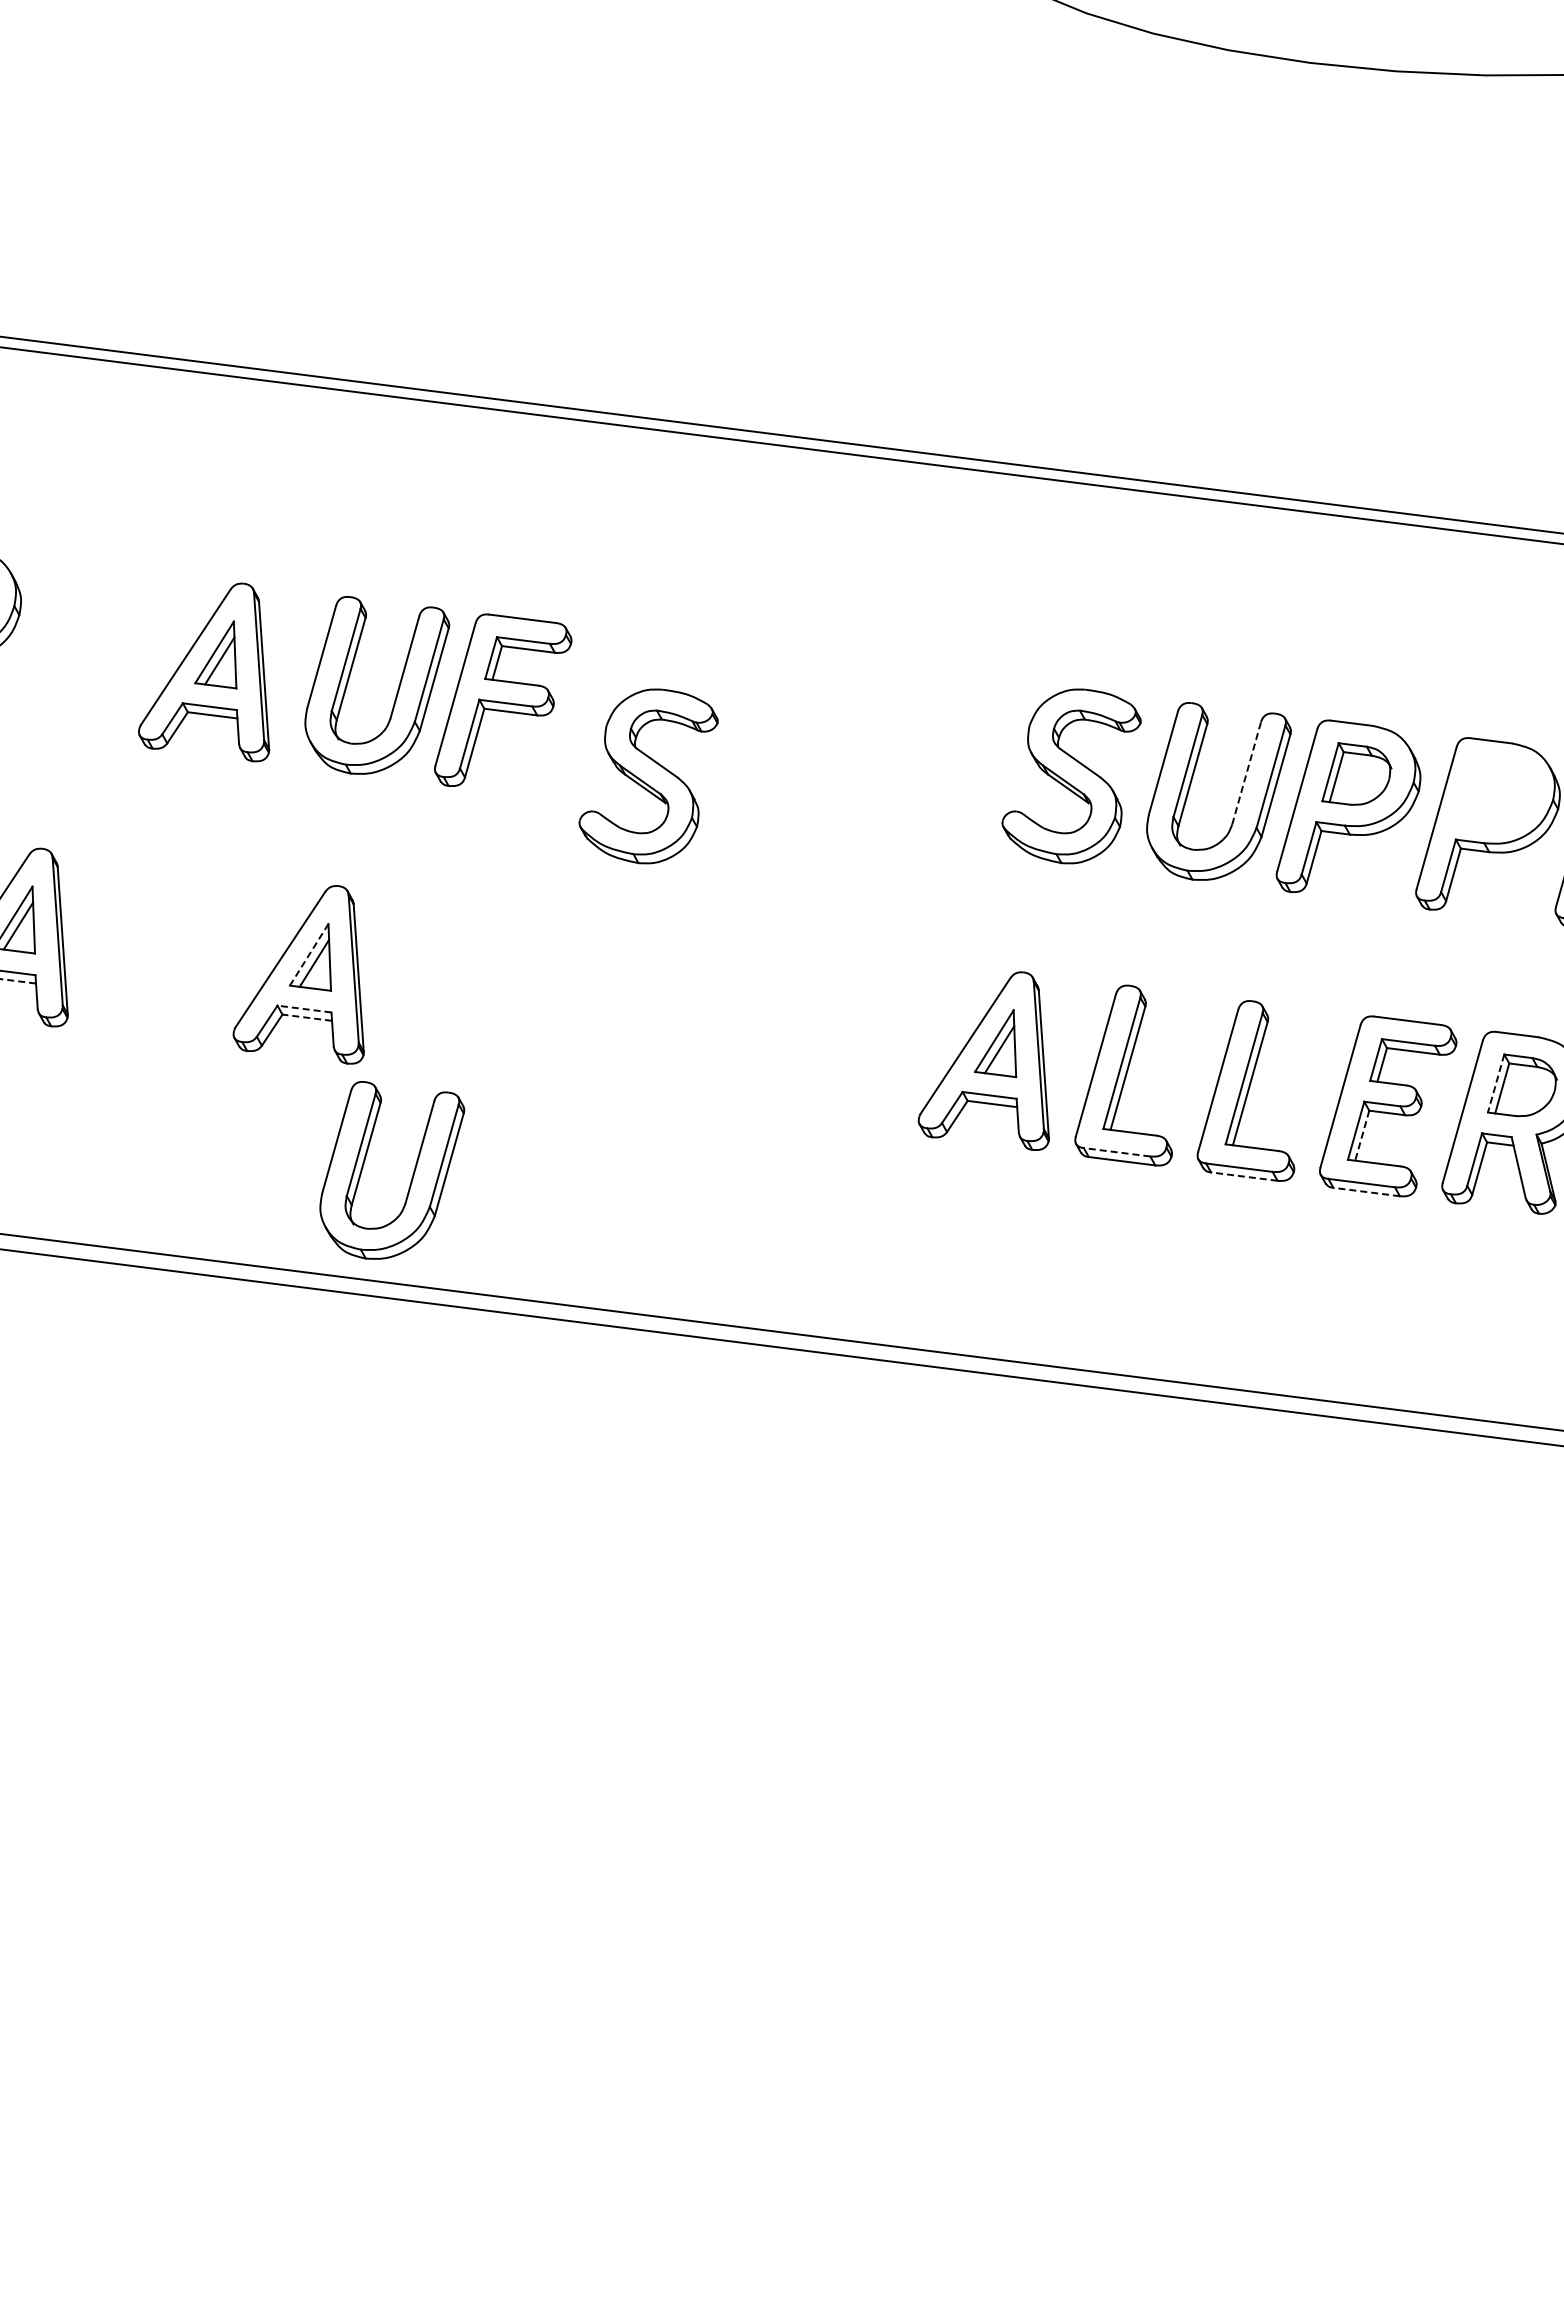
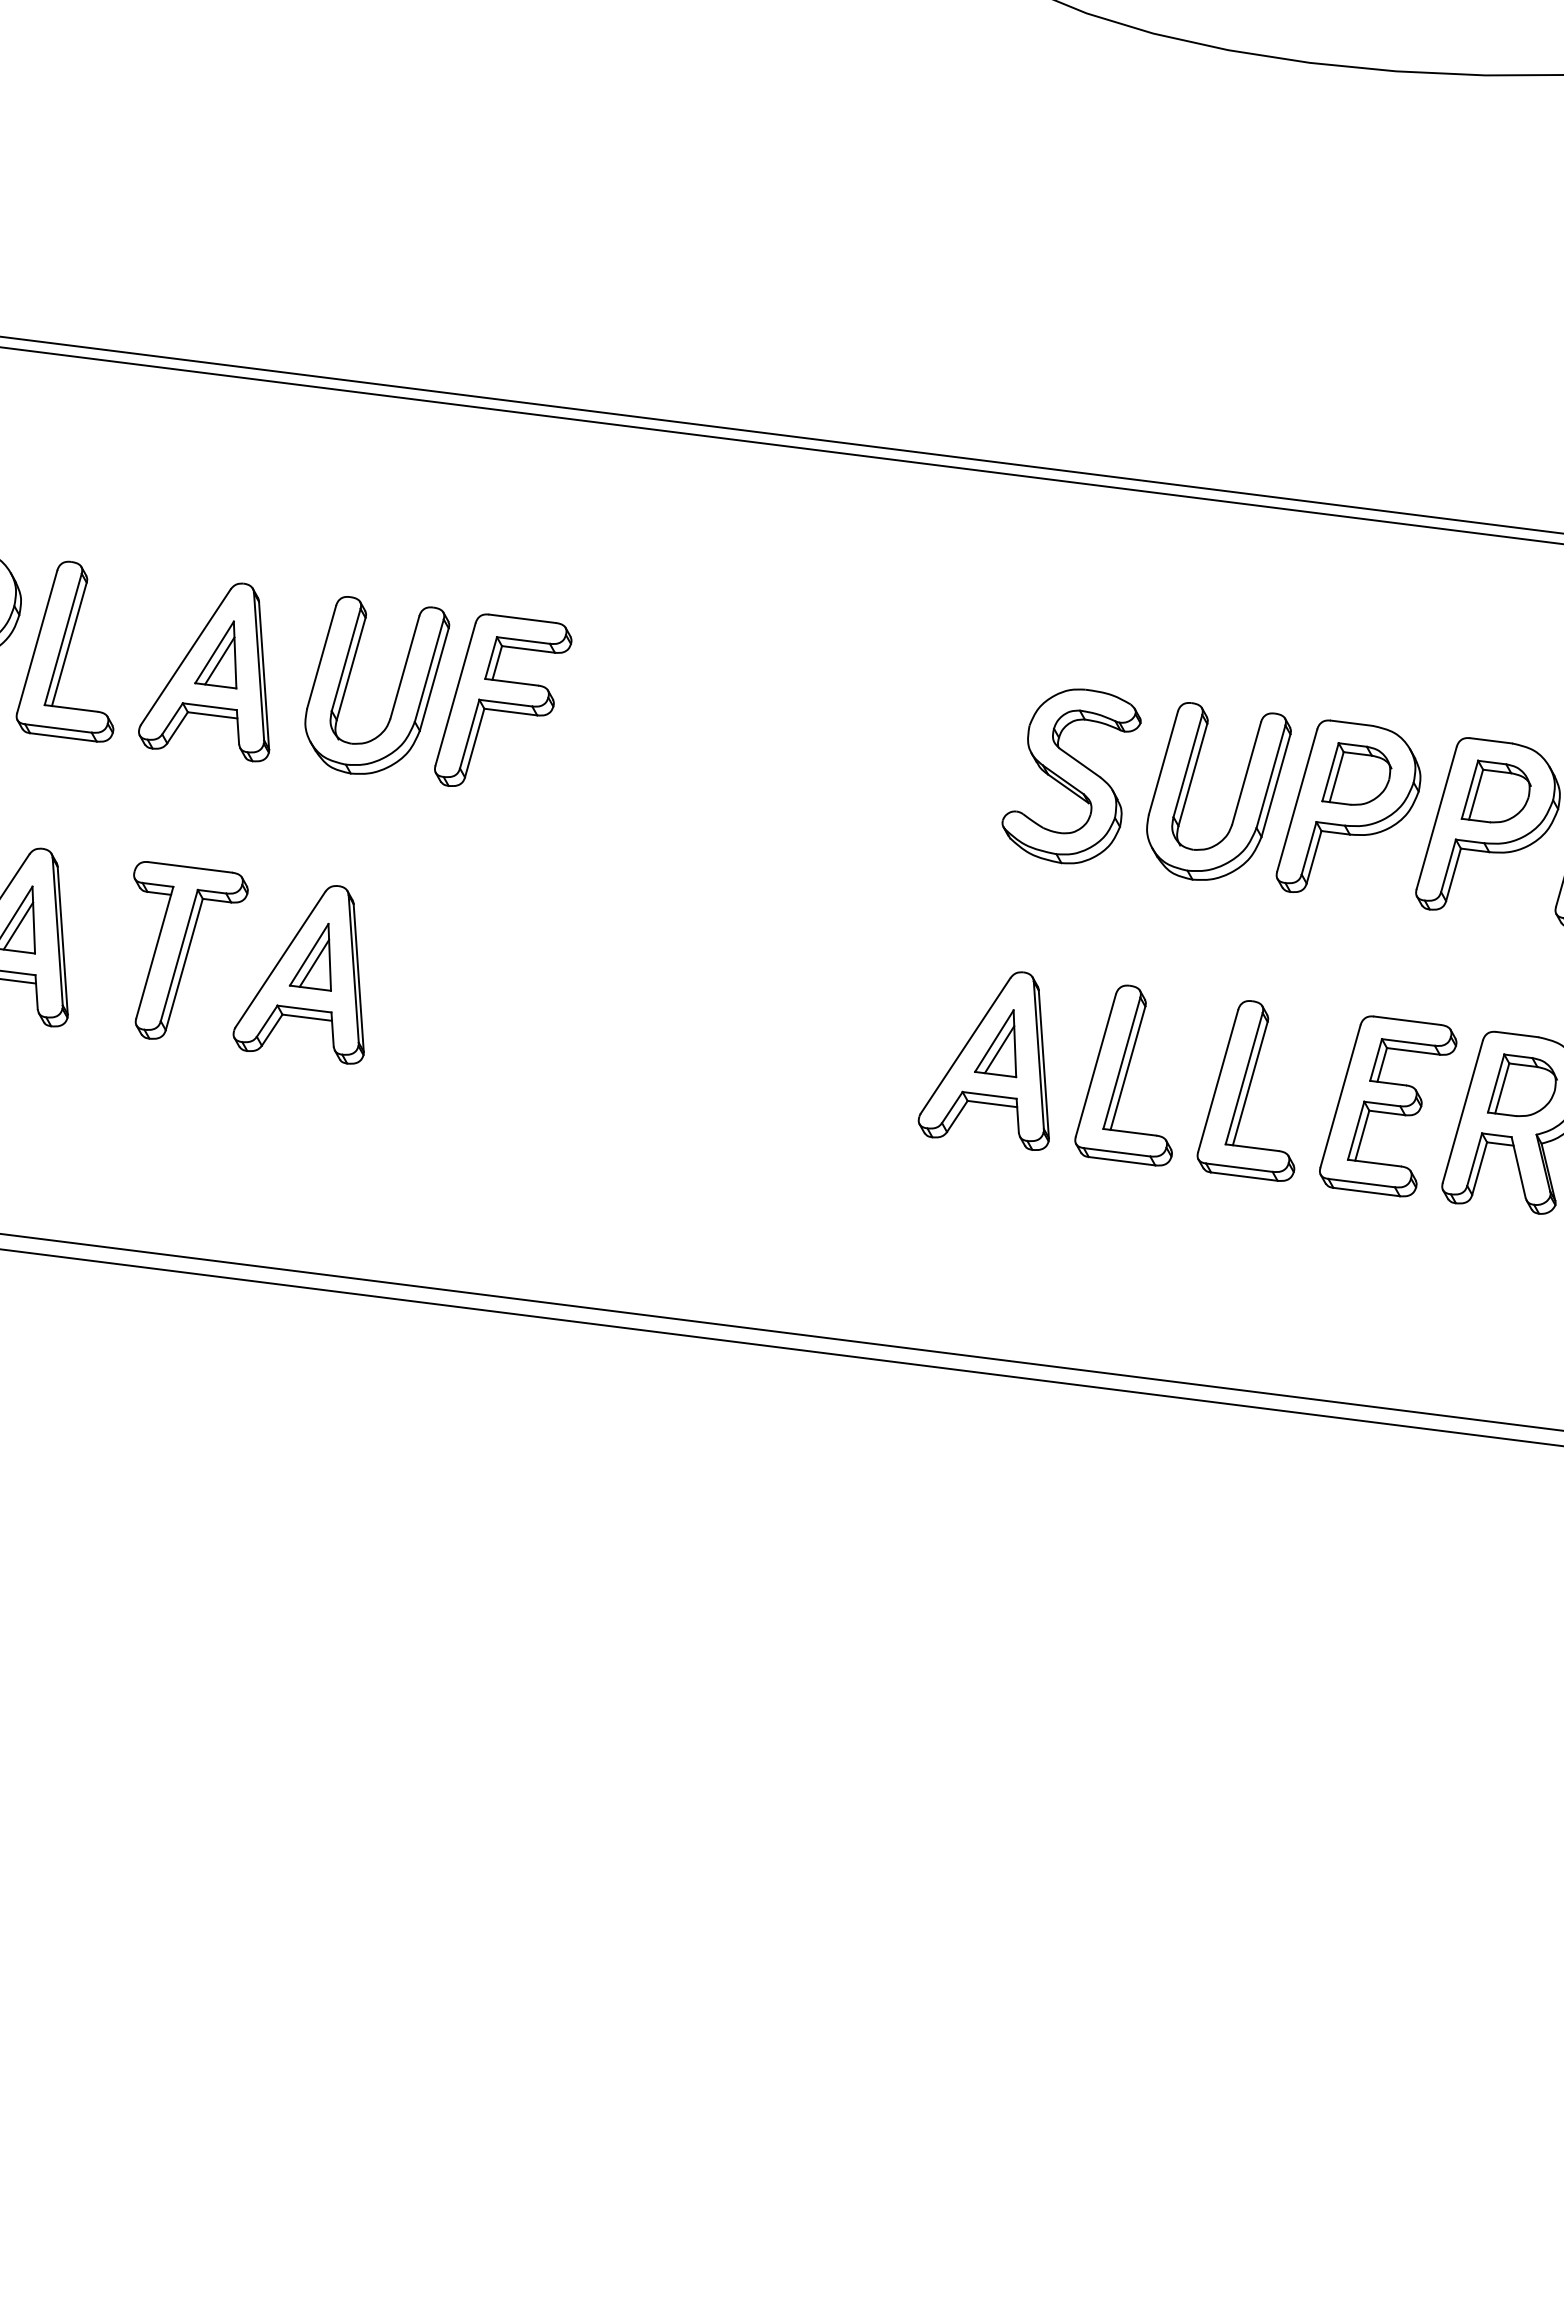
part at (64, 651): none -> present
line at (1246, 772): dashed -> solid
part at (648, 776): present -> none
part at (1495, 791): none -> present
part at (190, 950): none -> present
line at (308, 955): dashed -> solid
line at (18, 981): dashed -> solid
line at (304, 1009): dashed -> solid
line at (307, 1017): dashed -> solid
line at (1495, 1084): dashed -> solid
line at (1362, 1135): dashed -> solid
line at (1117, 1152): dashed -> solid
line at (1244, 1176): dashed -> solid
part at (411, 1177): present -> none
line at (1366, 1192): dashed -> solid
